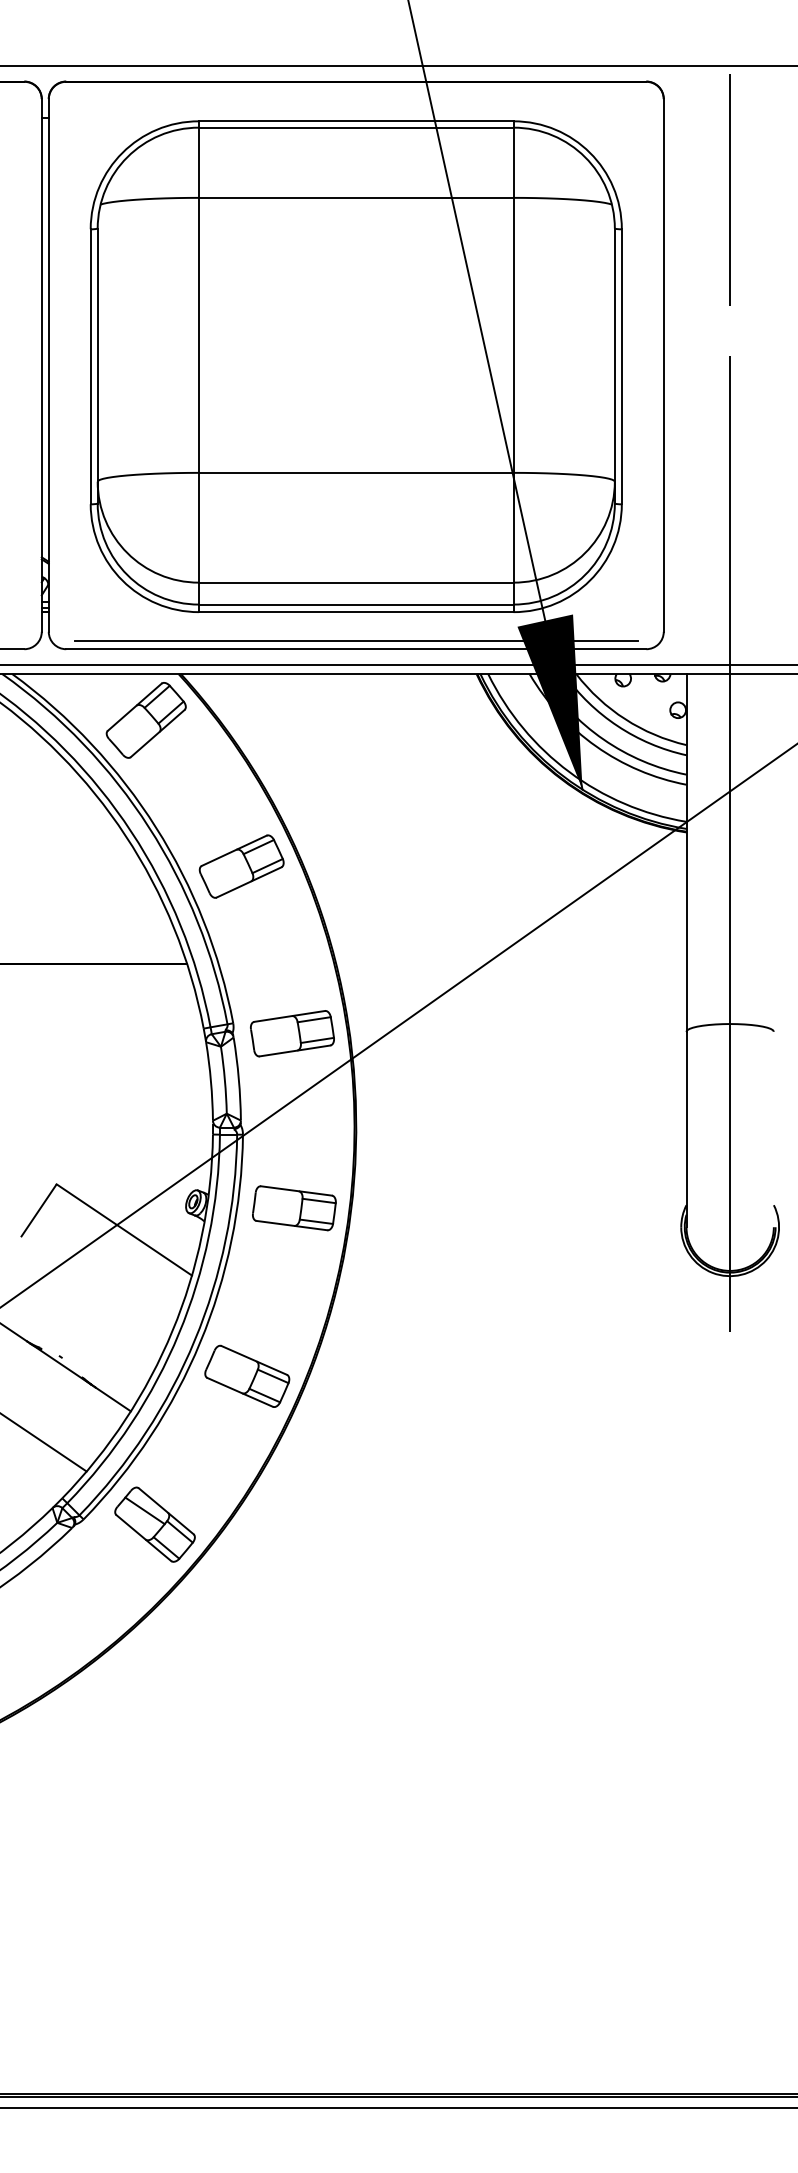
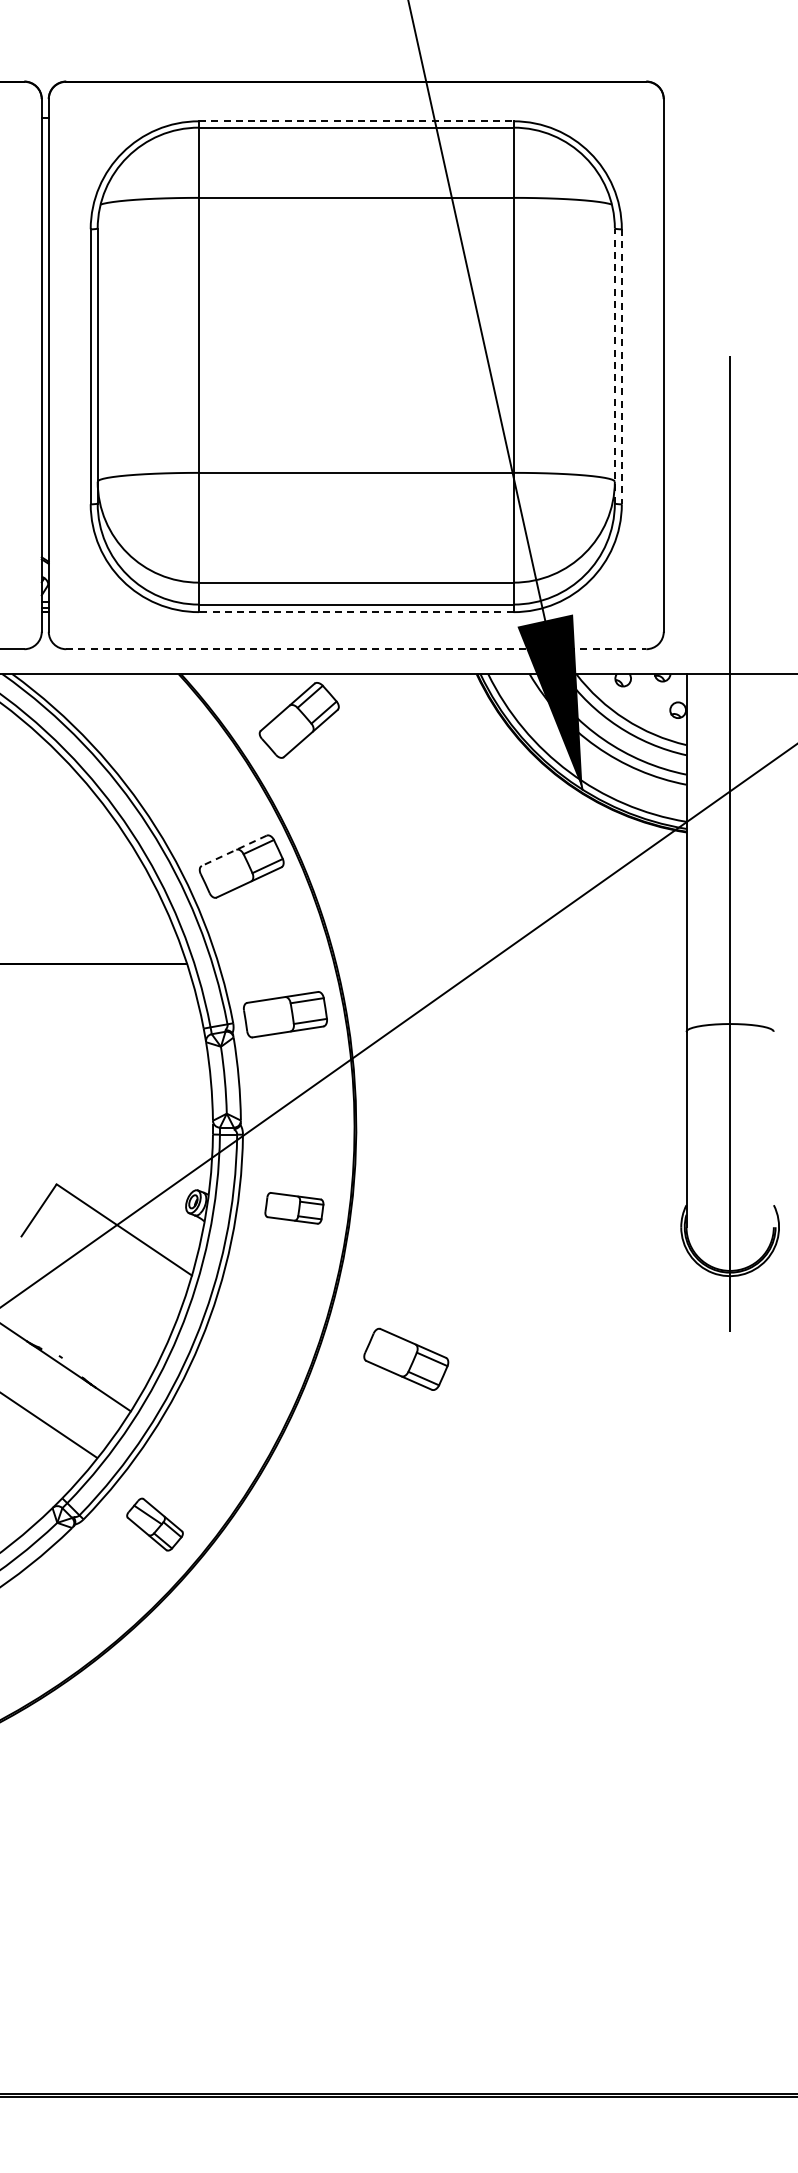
line at (398, 65): present -> none
line at (356, 121): solid -> dashed
line at (730, 189): present -> none
line at (614, 365): solid -> dashed
line at (621, 367): solid -> dashed
line at (355, 612): solid -> dashed
line at (355, 641): present -> none
line at (356, 649): solid -> dashed
line at (398, 664): present -> none
part at (145, 720) position: (145, 720) -> (298, 720)
line at (234, 850): solid -> dashed
part at (292, 1033) position: (292, 1033) -> (285, 1014)
part at (294, 1208) size: 85x47 px -> 61x33 px
part at (247, 1375) position: (247, 1375) -> (406, 1358)
line at (44, 1442) position: (44, 1442) -> (49, 1425)
part at (154, 1524) size: 82x77 px -> 58x55 px
line at (398, 2107): present -> none
